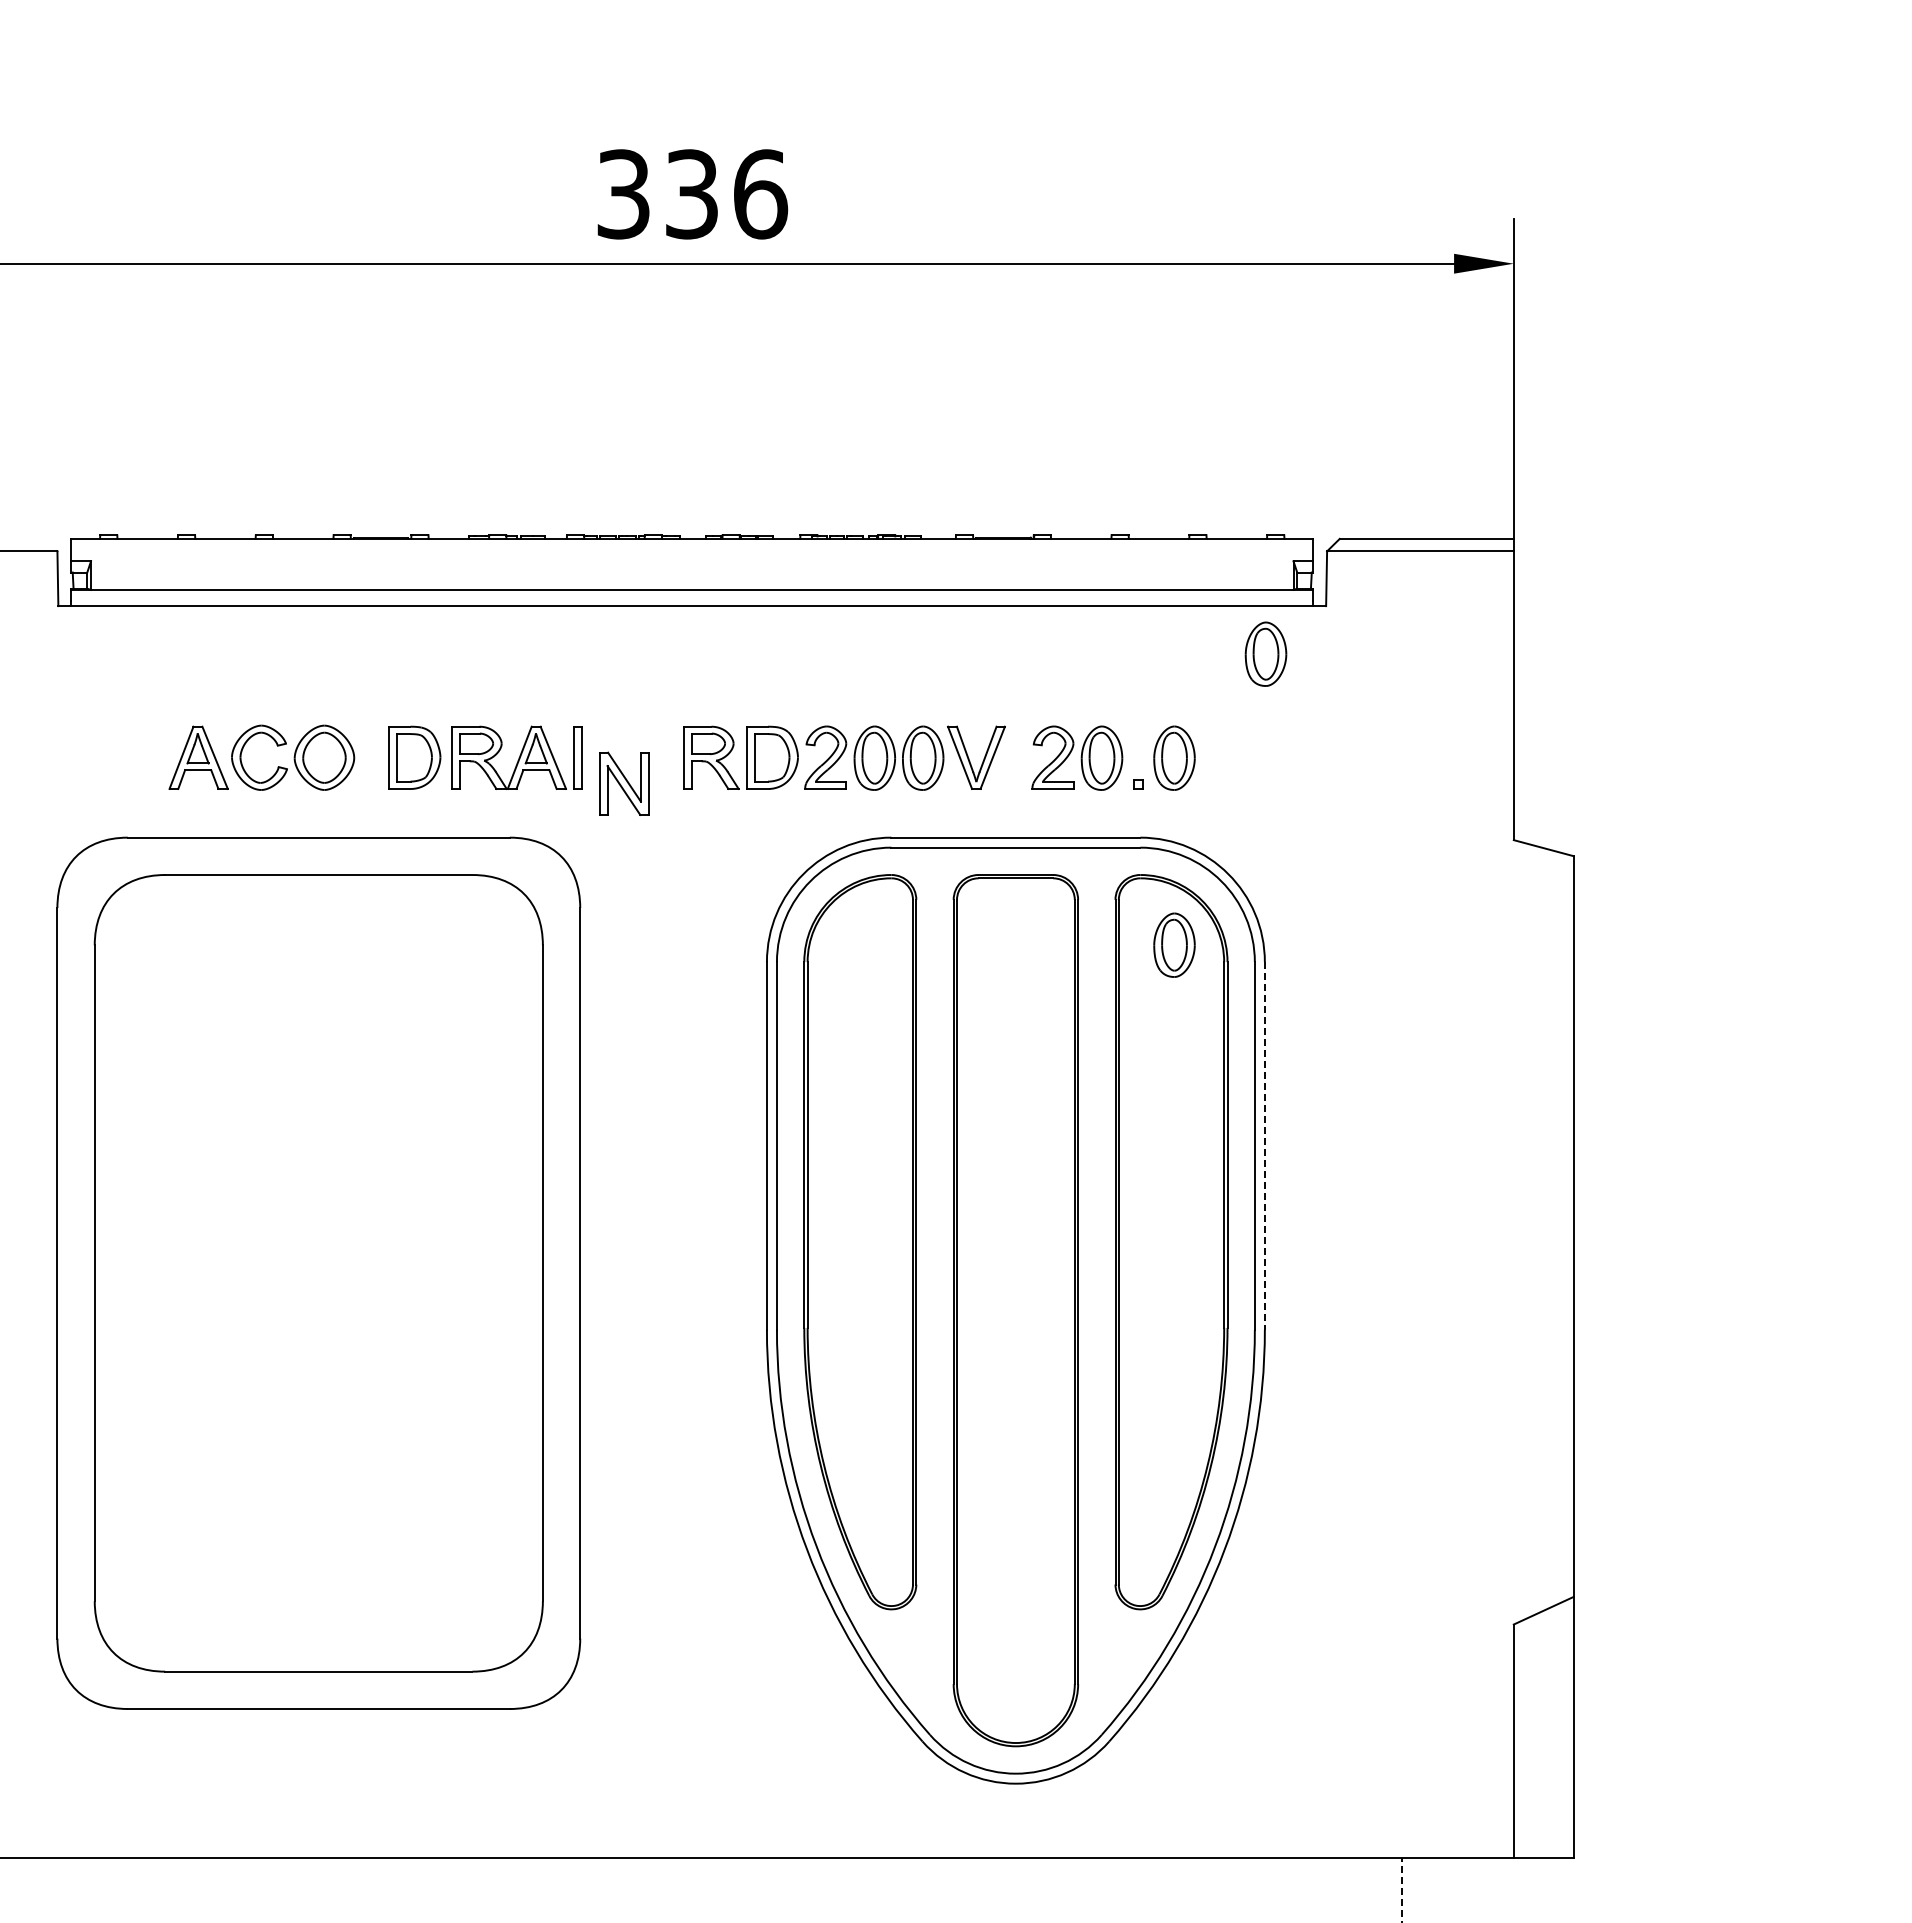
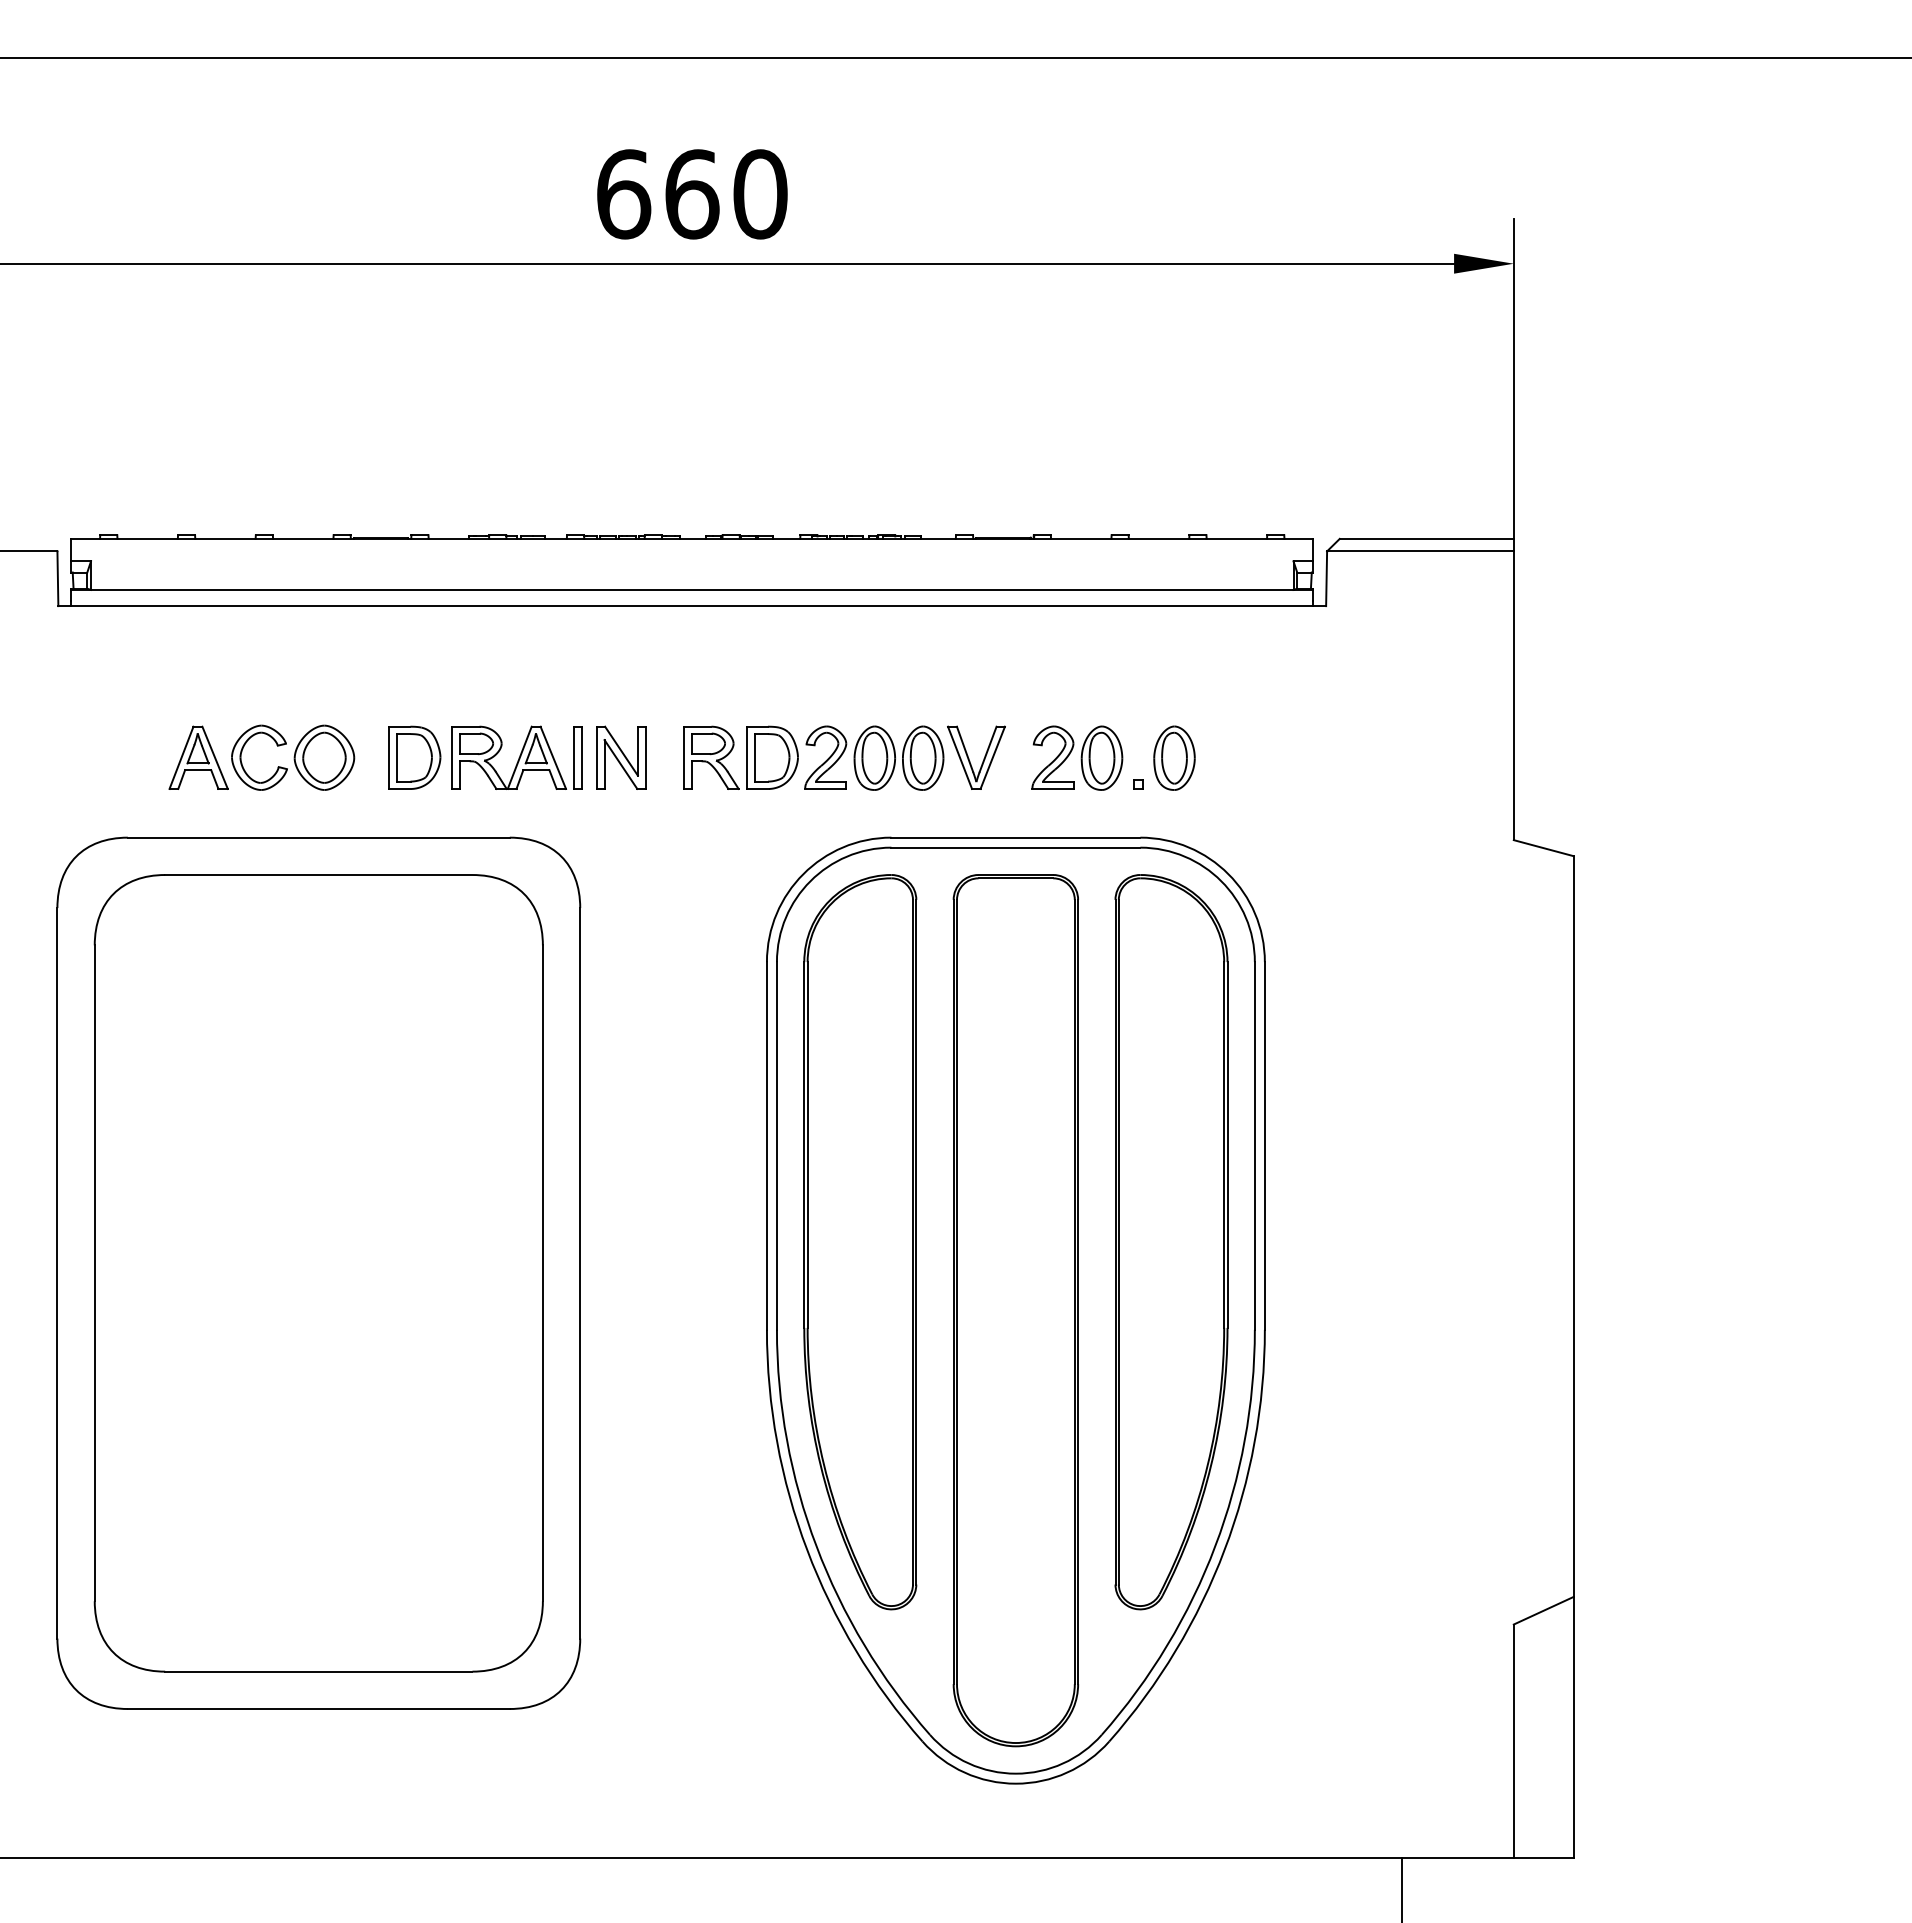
line at (955, 57): none -> present
text at (692, 194): 336 -> 660
part at (1265, 653): present -> none
part at (624, 783) position: (624, 783) -> (621, 757)
part at (1174, 944): present -> none
line at (1264, 1146): dashed -> solid
line at (1401, 1890): dashed -> solid
